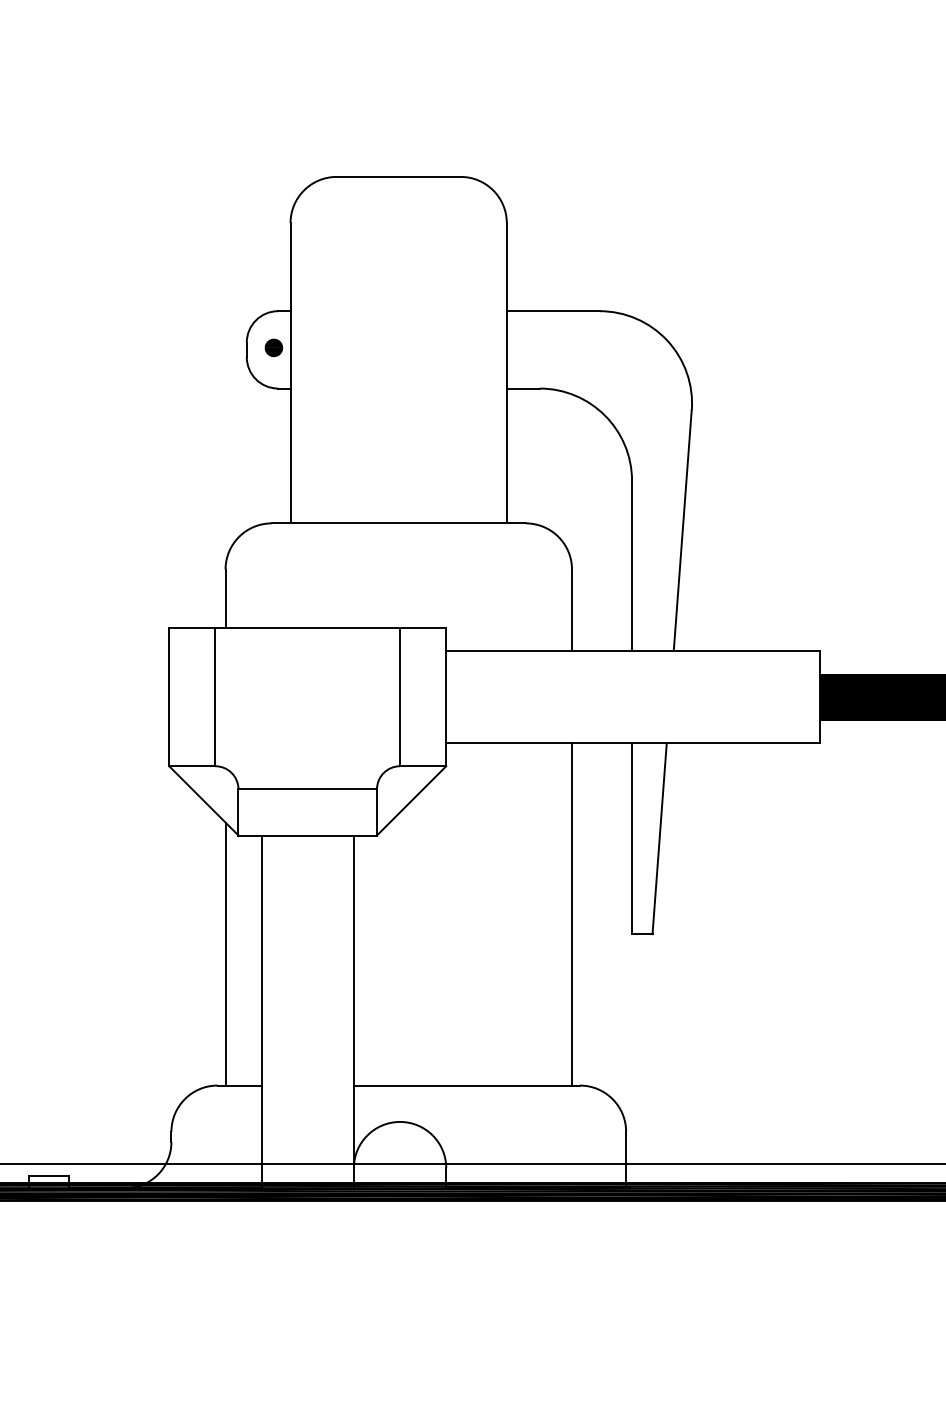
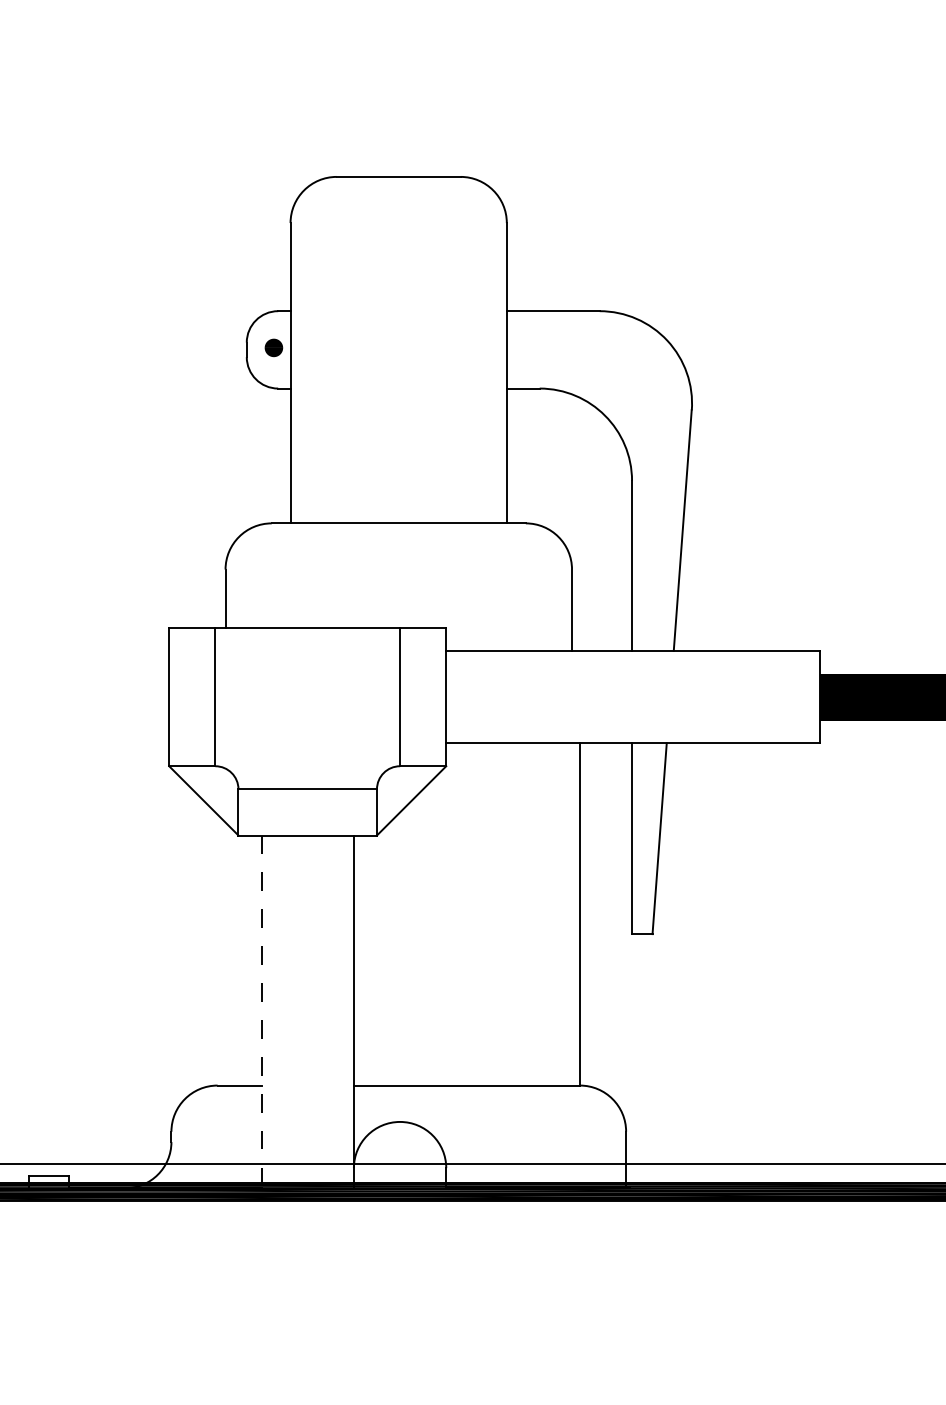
line at (572, 914) position: (572, 914) -> (580, 914)
line at (225, 953): present -> none
line at (261, 1011): solid -> dashed
